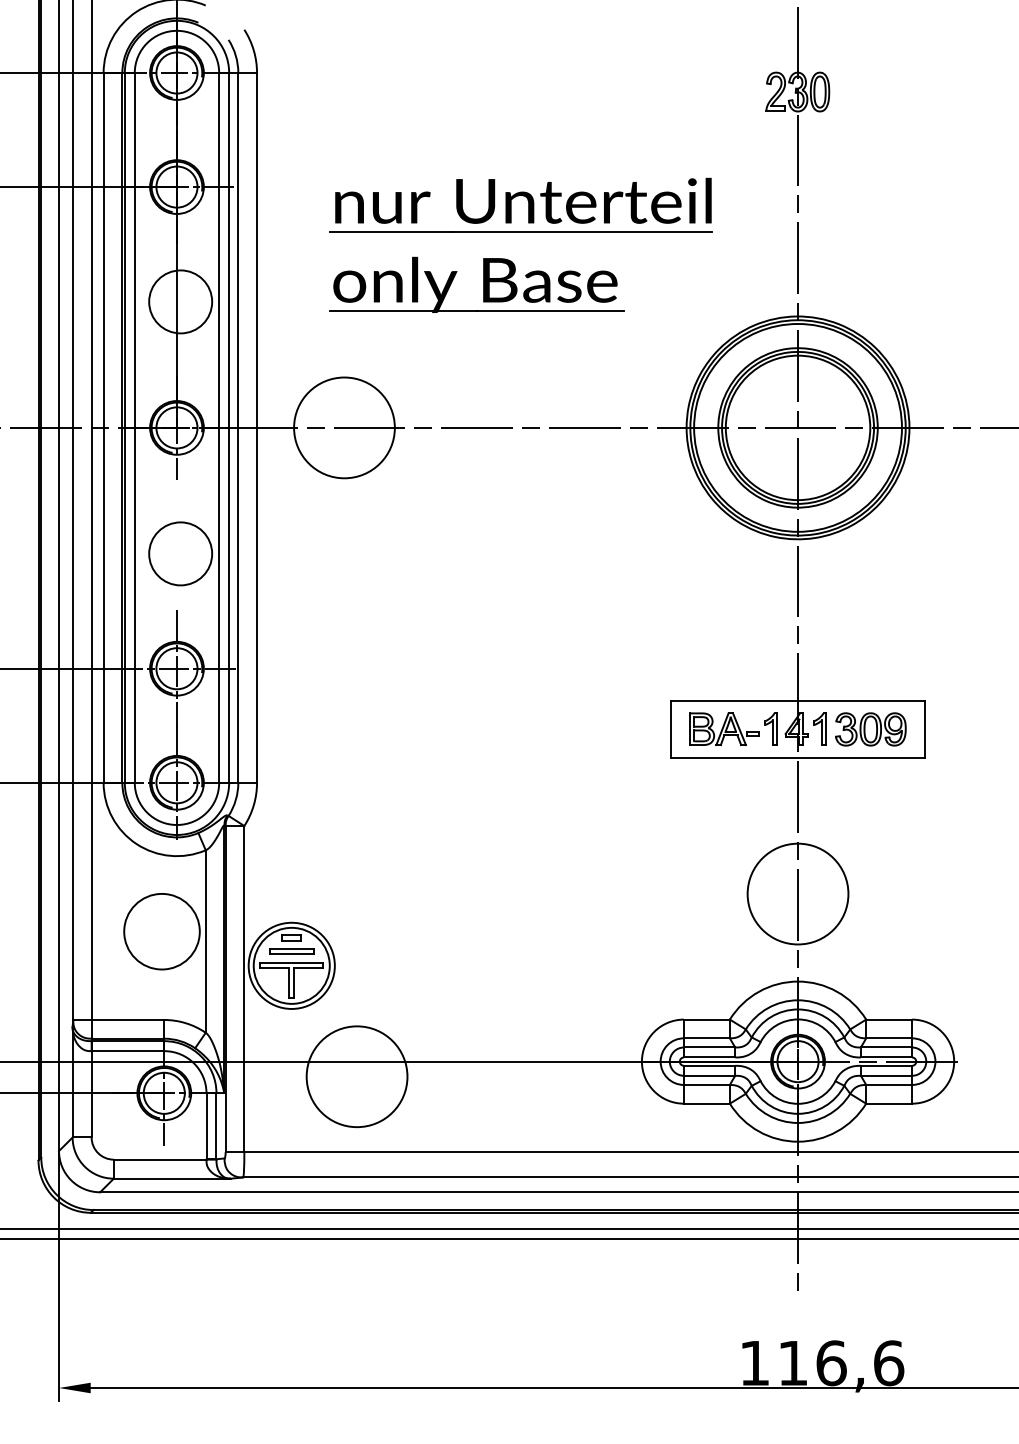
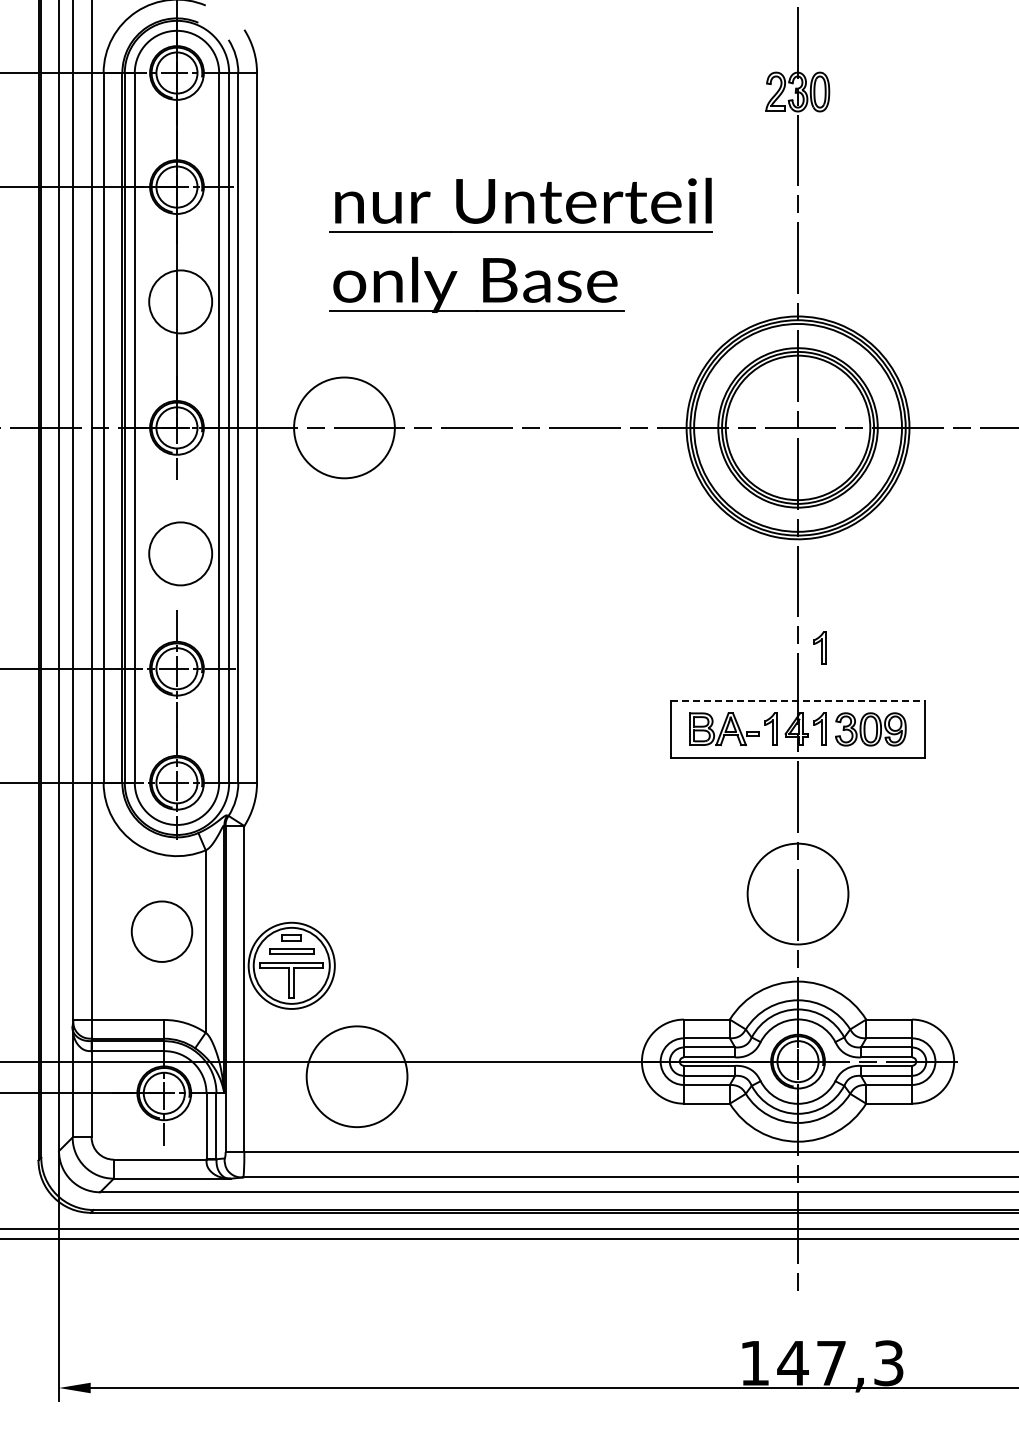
part at (819, 647): none -> present
line at (798, 700): solid -> dashed
circle at (161, 931) diameter: 76 px -> 60 px
text at (840, 1363): 116,6 -> 147,3
